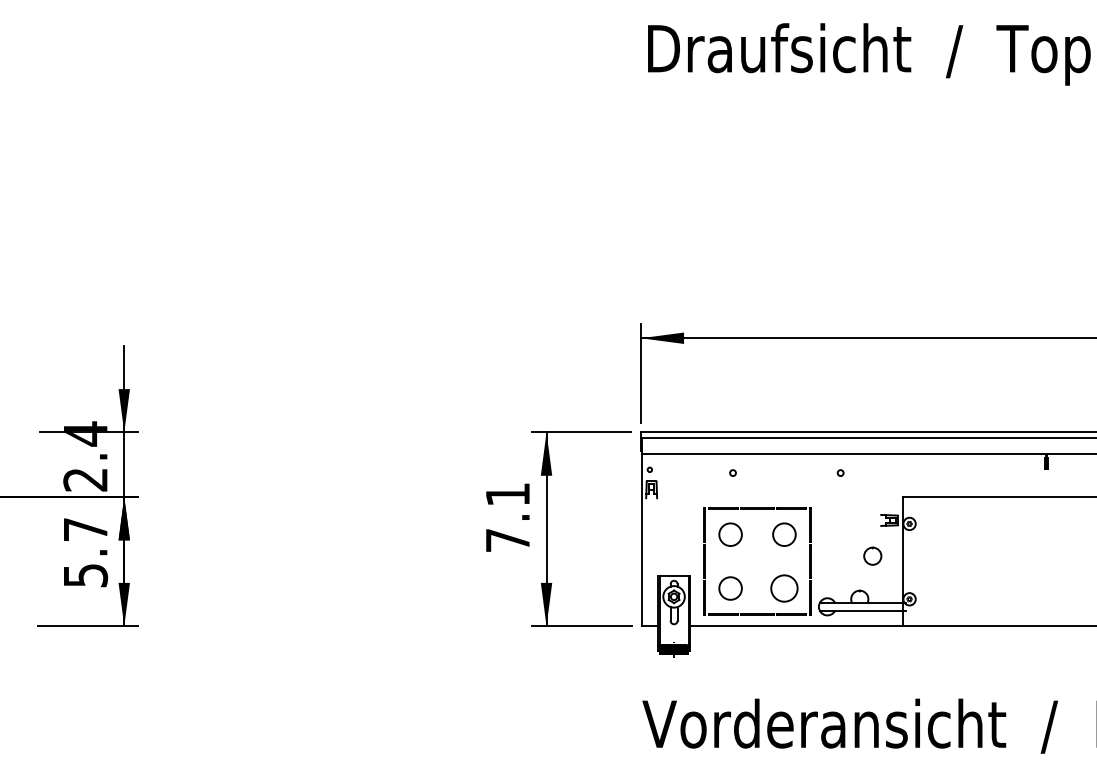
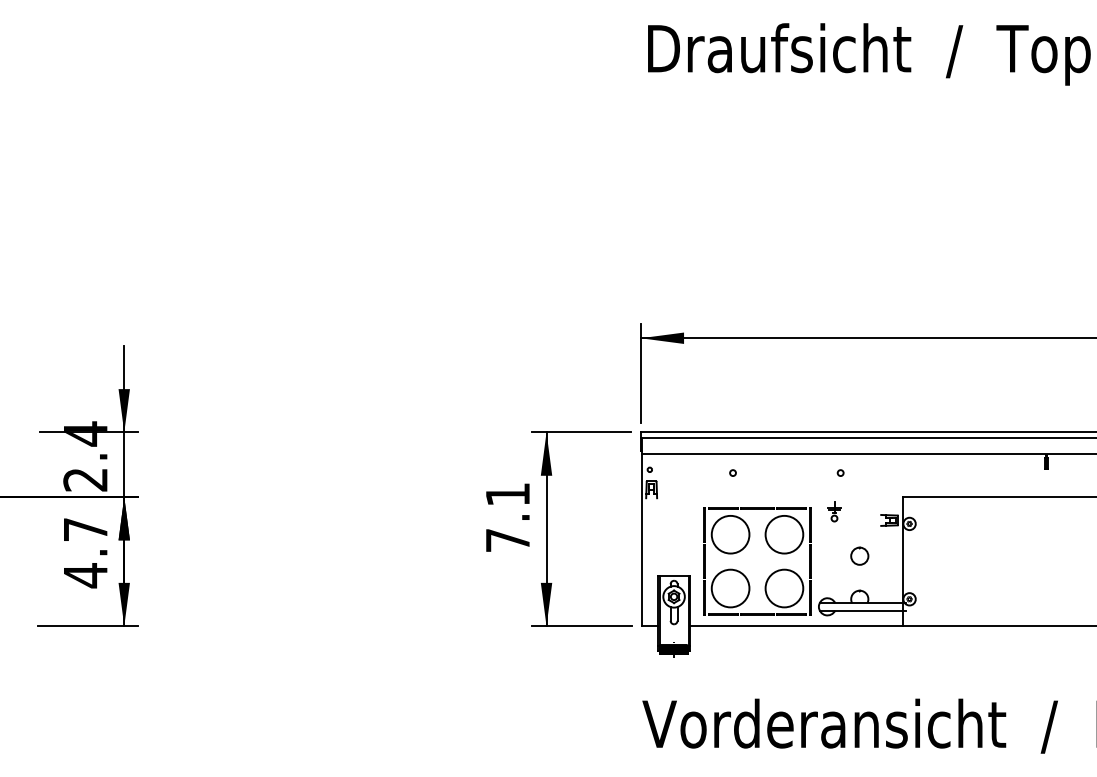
part at (834, 511): none -> present
circle at (730, 534) diameter: 23 px -> 38 px
circle at (784, 534) diameter: 23 px -> 38 px
part at (872, 555) position: (872, 555) -> (859, 555)
text at (86, 575): 5.7 -> 4.7
circle at (730, 588) diameter: 23 px -> 38 px
circle at (784, 588) diameter: 26 px -> 38 px
